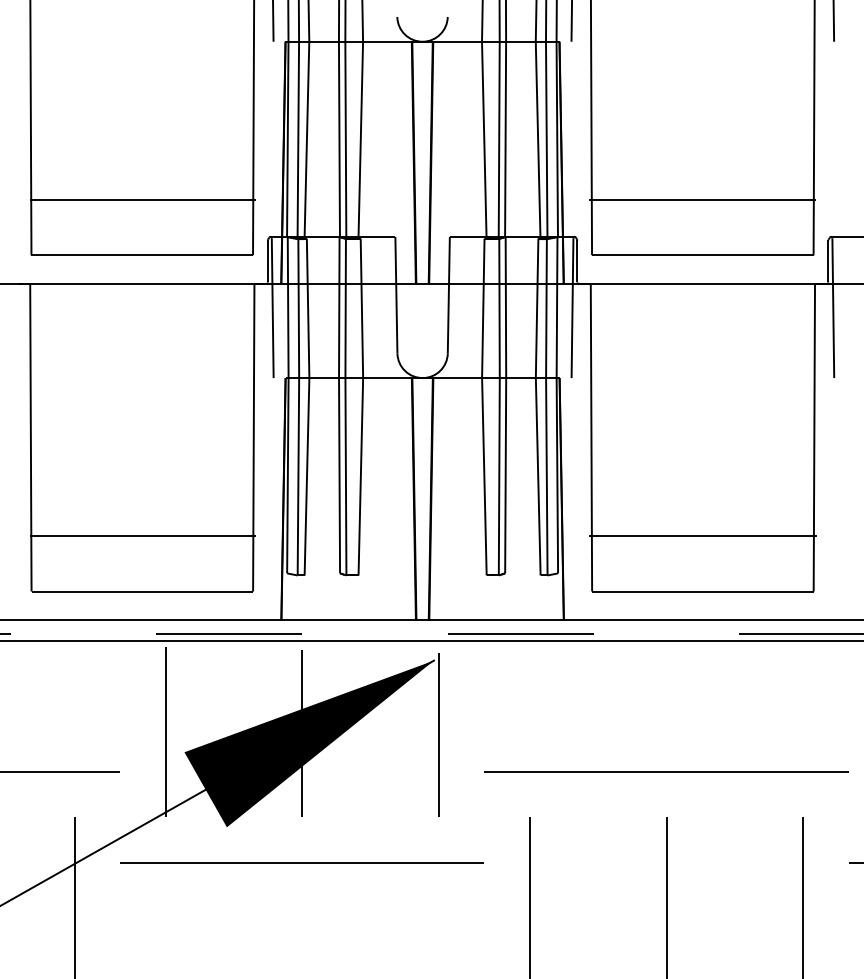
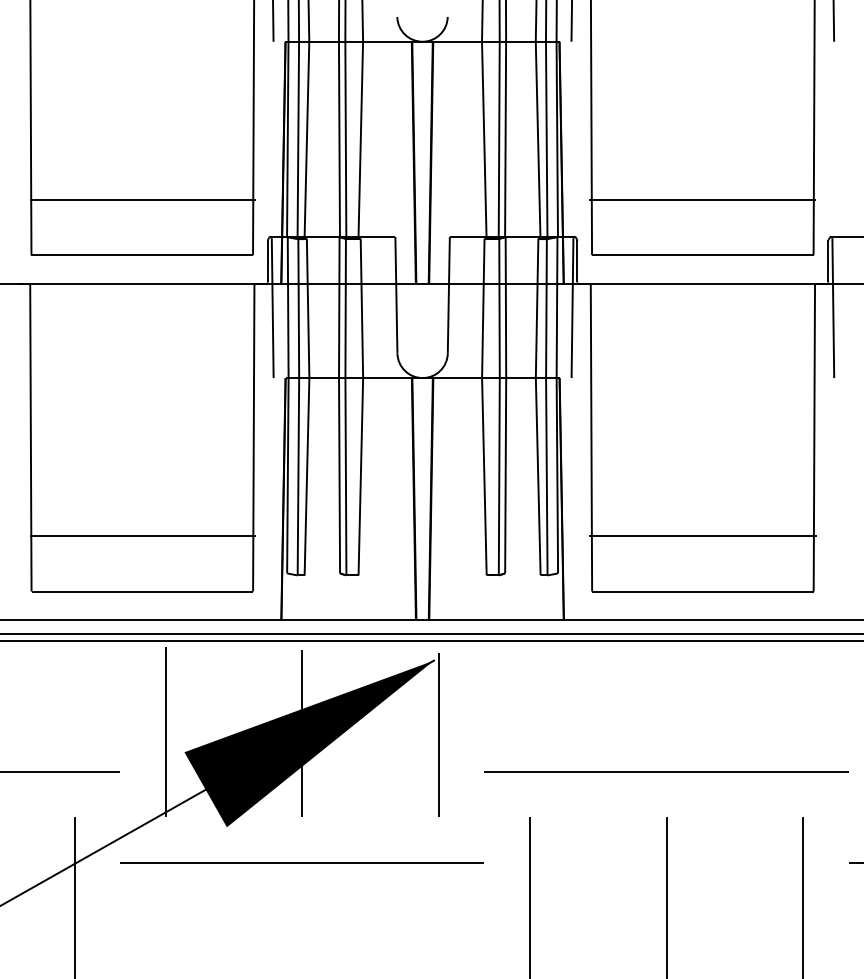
line at (432, 633): dashed -> solid
